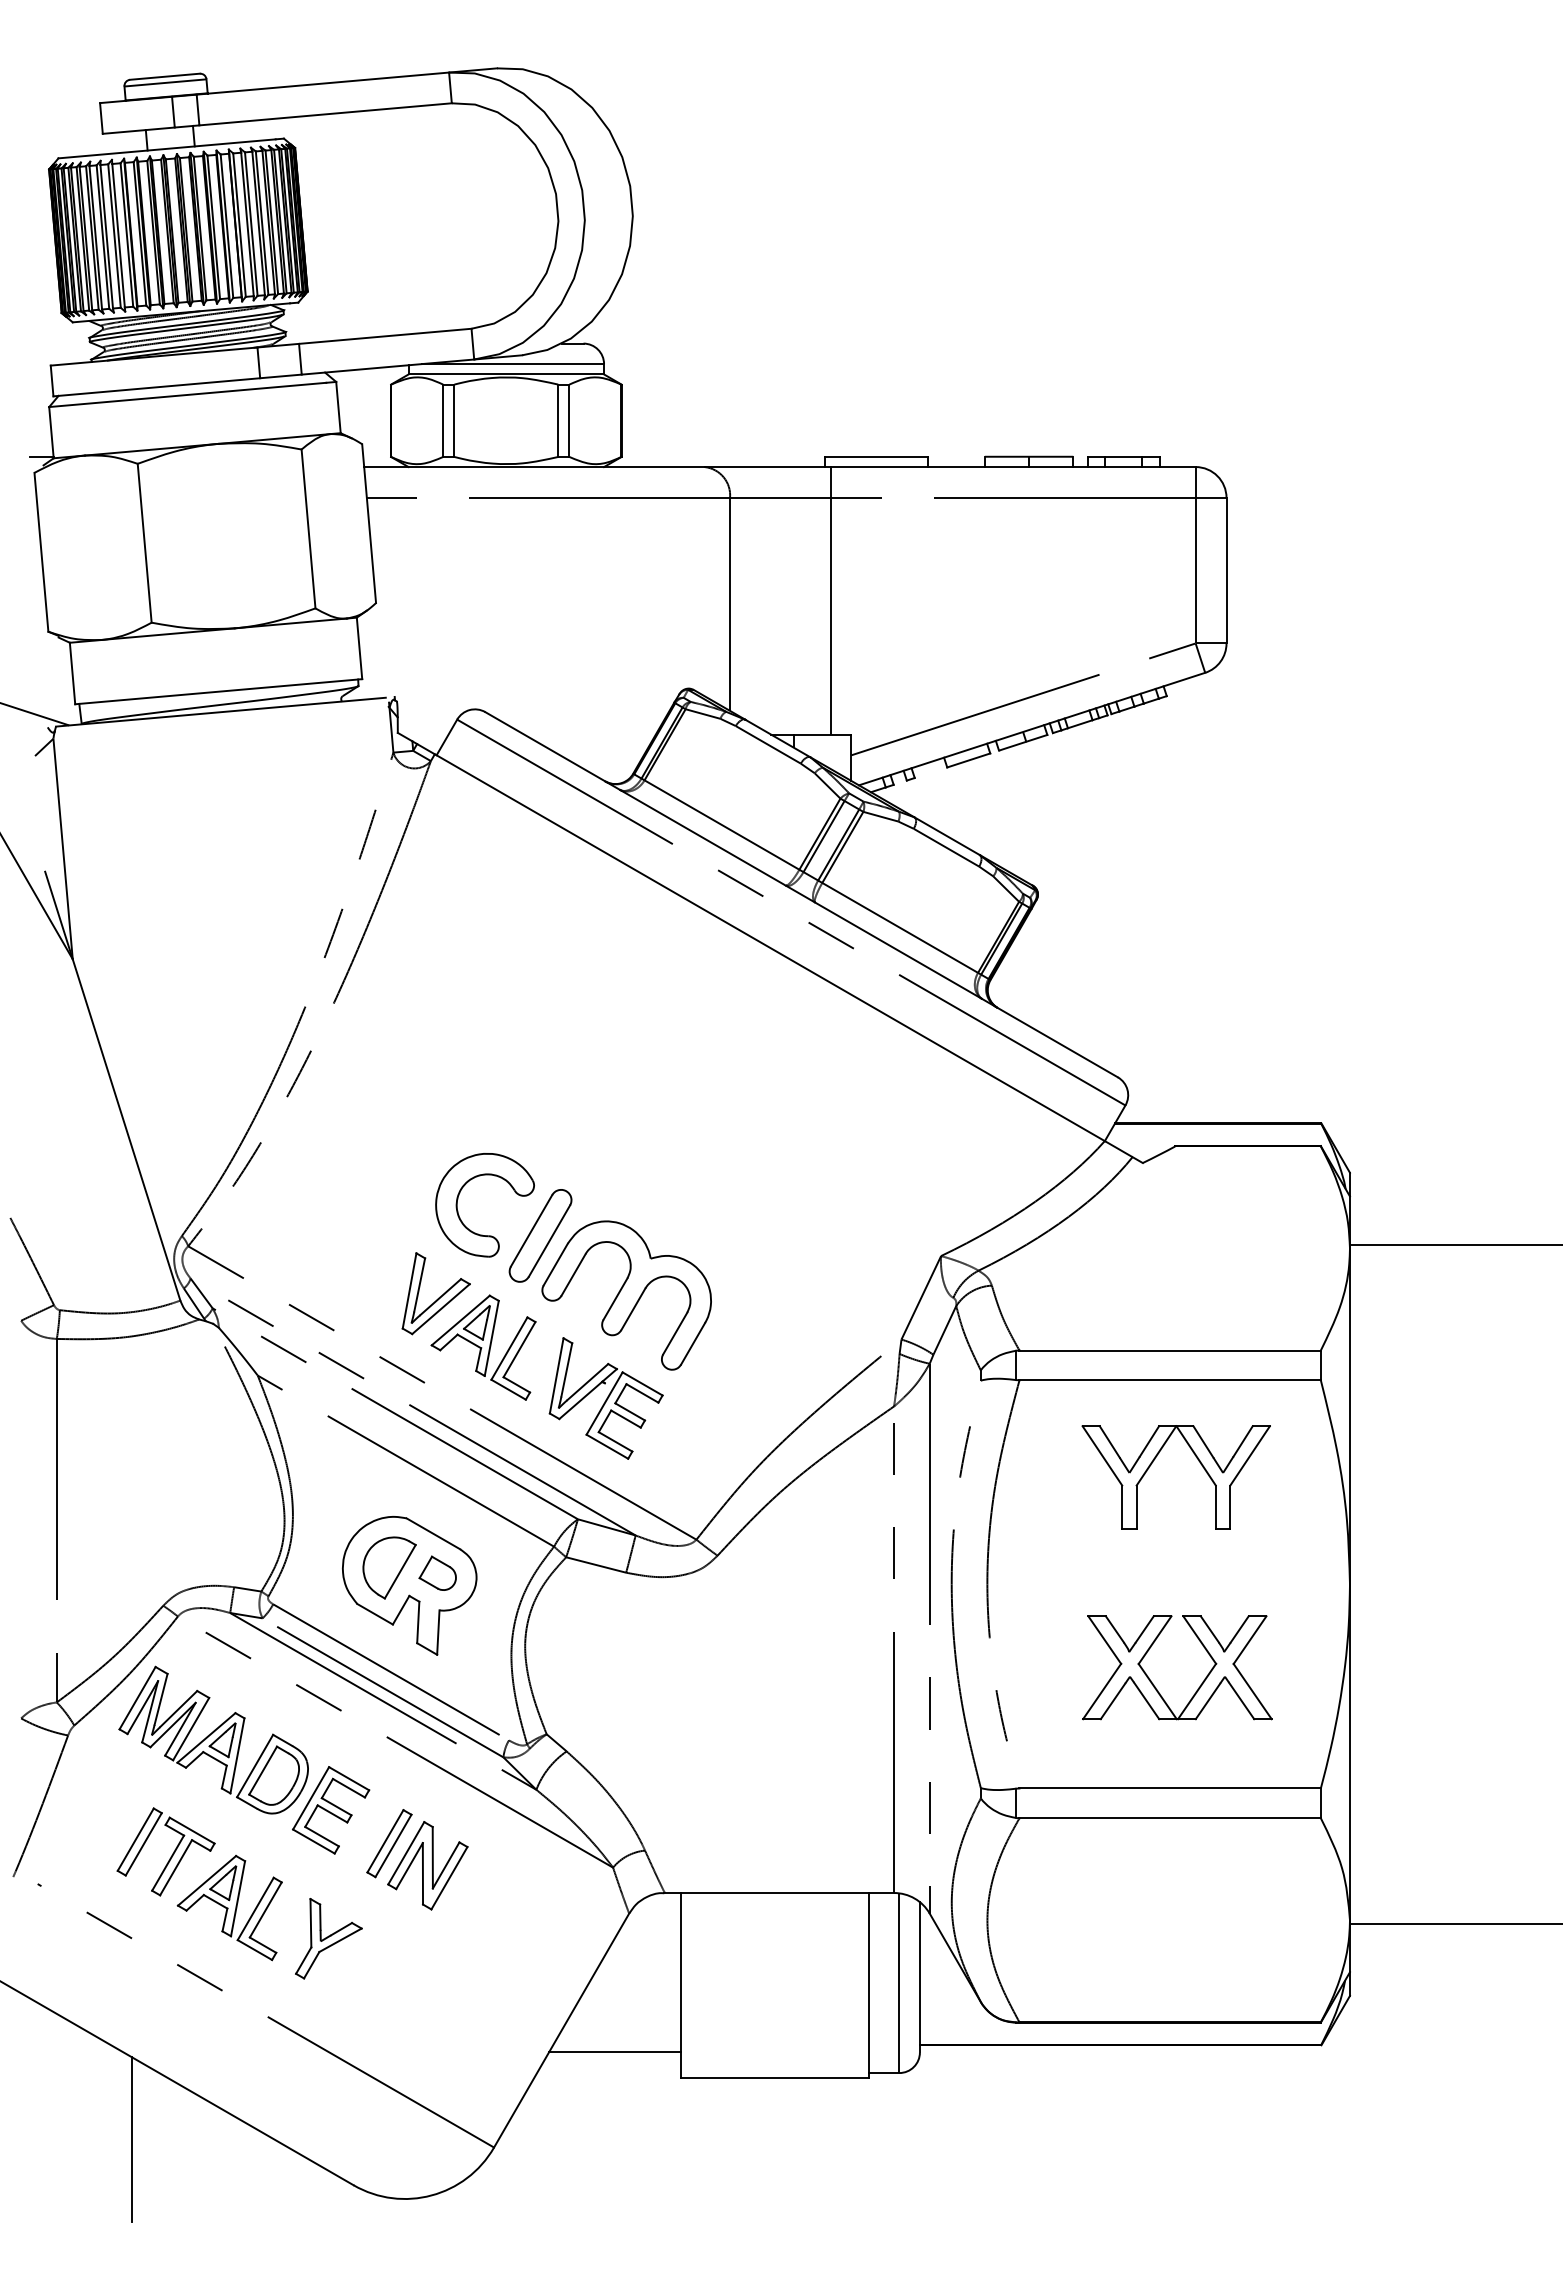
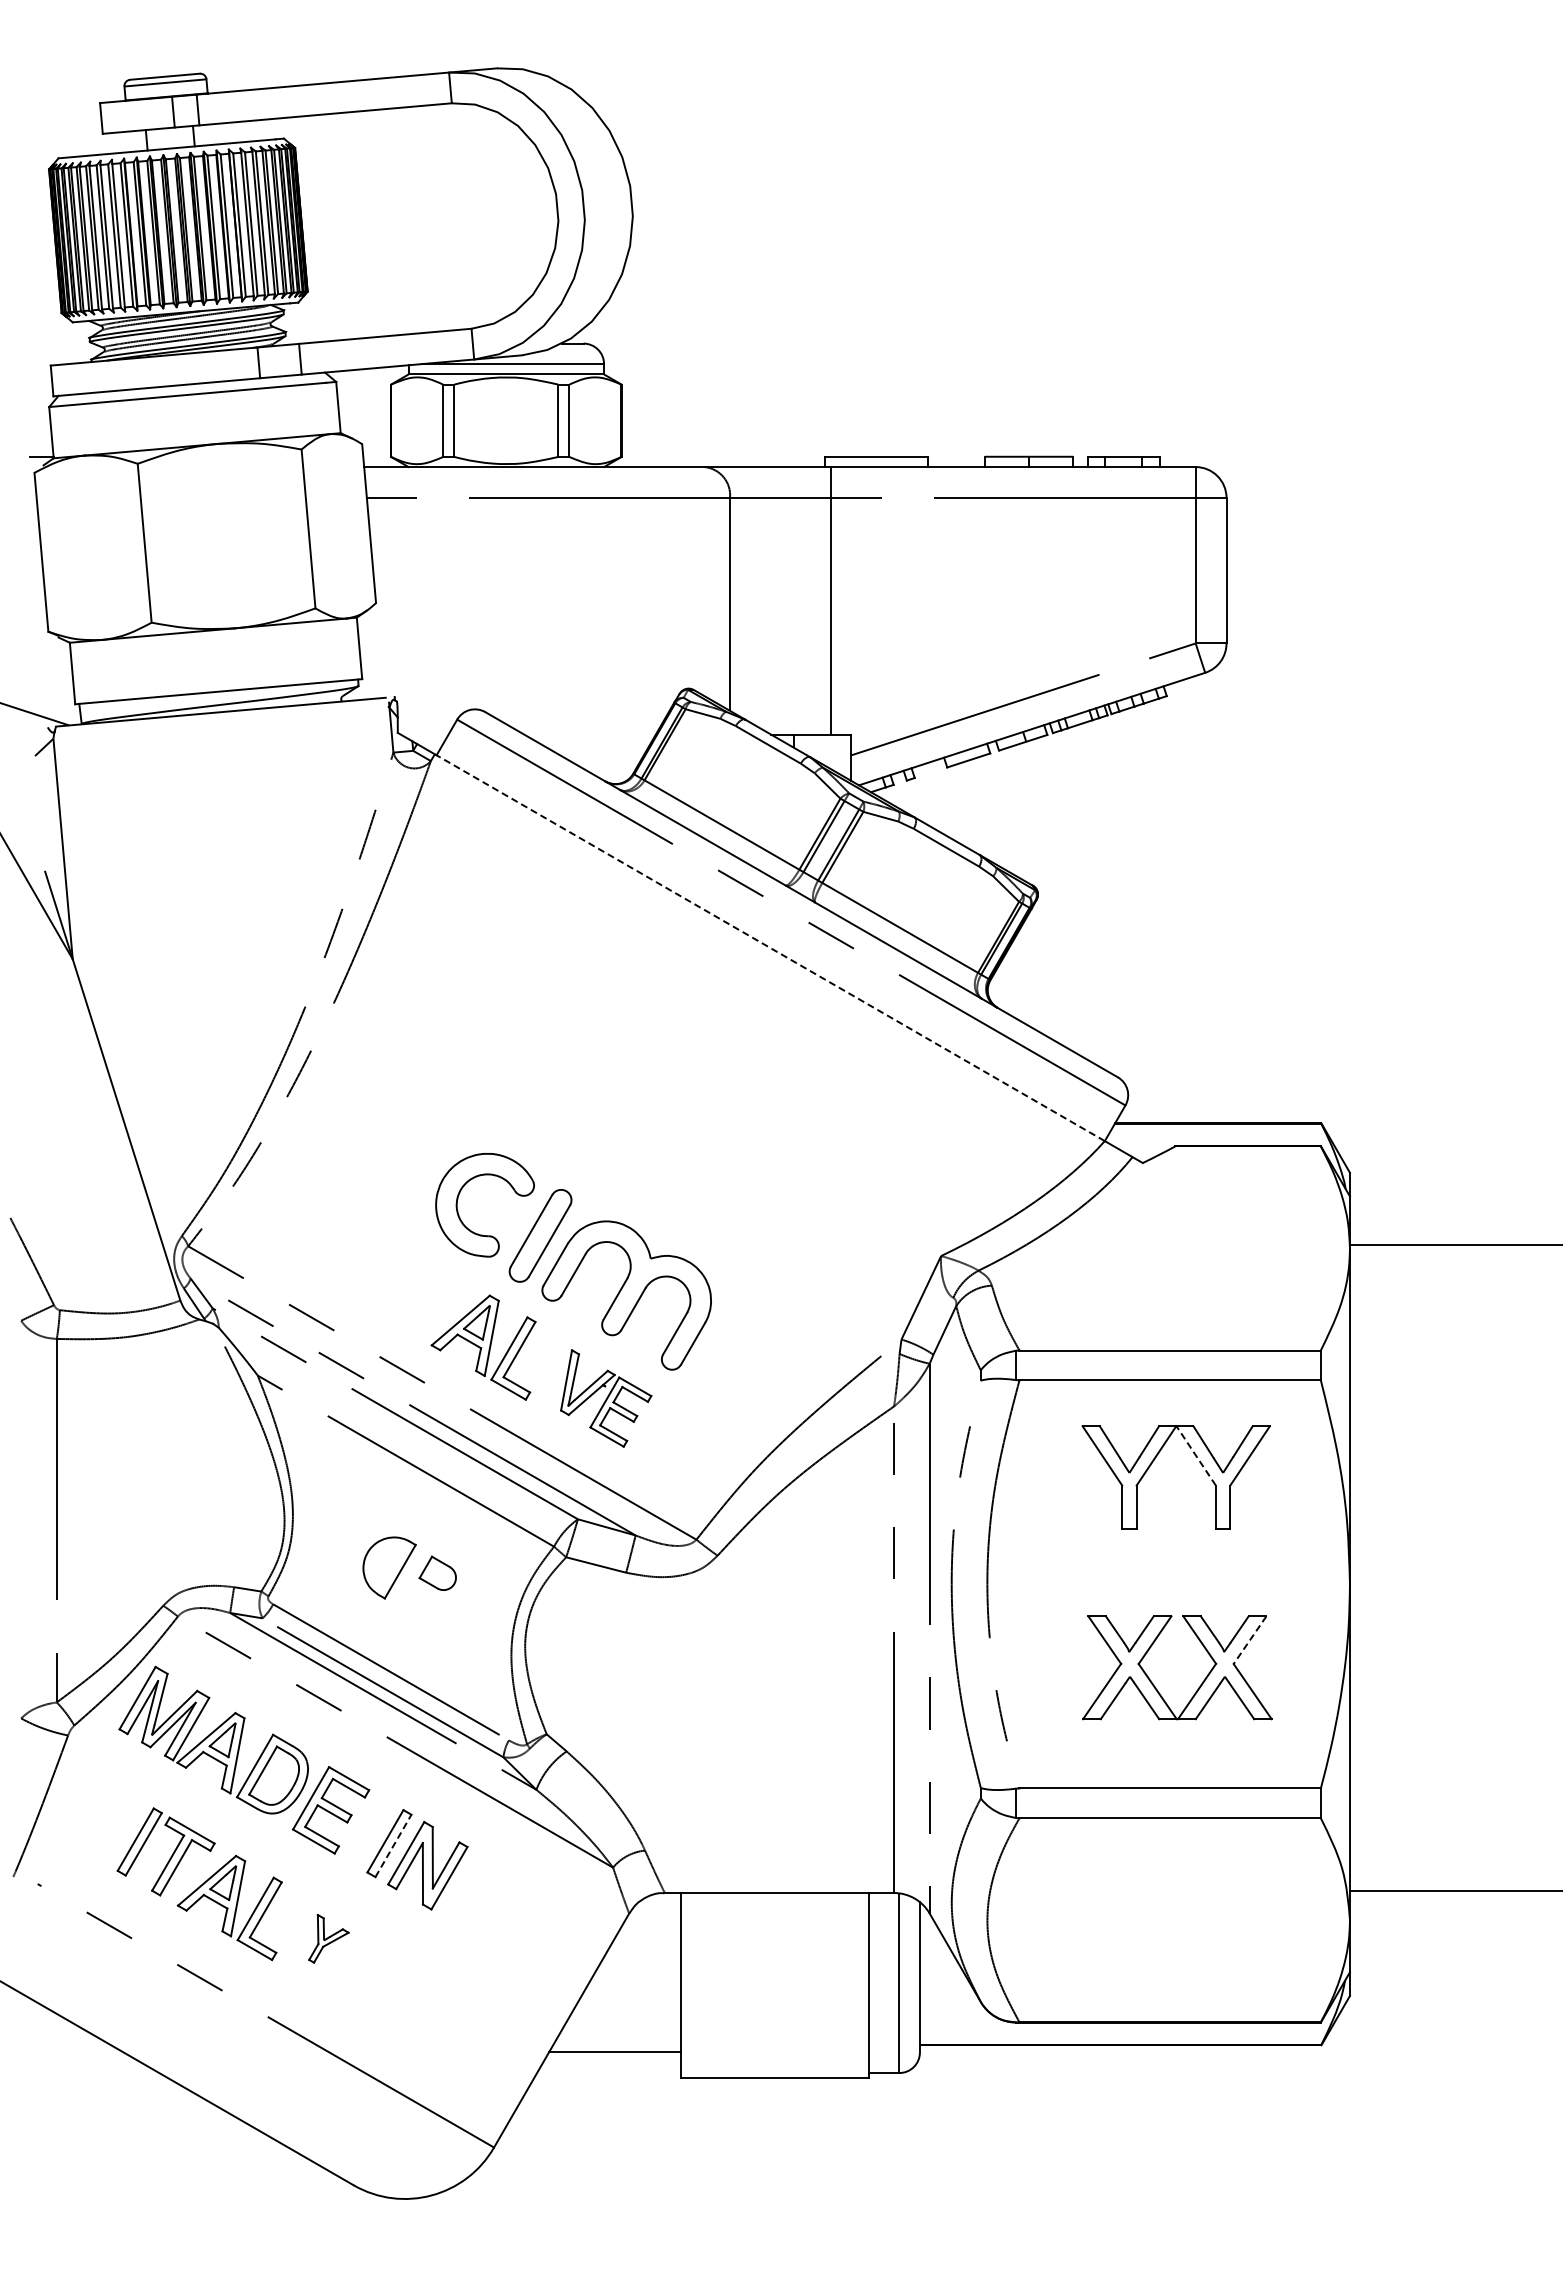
line at (769, 947): solid -> dashed
part at (435, 1293): present -> none
part at (605, 1398) size: 116x123 px -> 93x99 px
line at (1196, 1455): solid -> dashed
part at (409, 1585): present -> none
line at (1250, 1640): solid -> dashed
line at (393, 1845): solid -> dashed
line at (1454, 1923) position: (1454, 1923) -> (1454, 1890)
part at (328, 1938) size: 68x82 px -> 42x50 px
line at (131, 2139): present -> none
